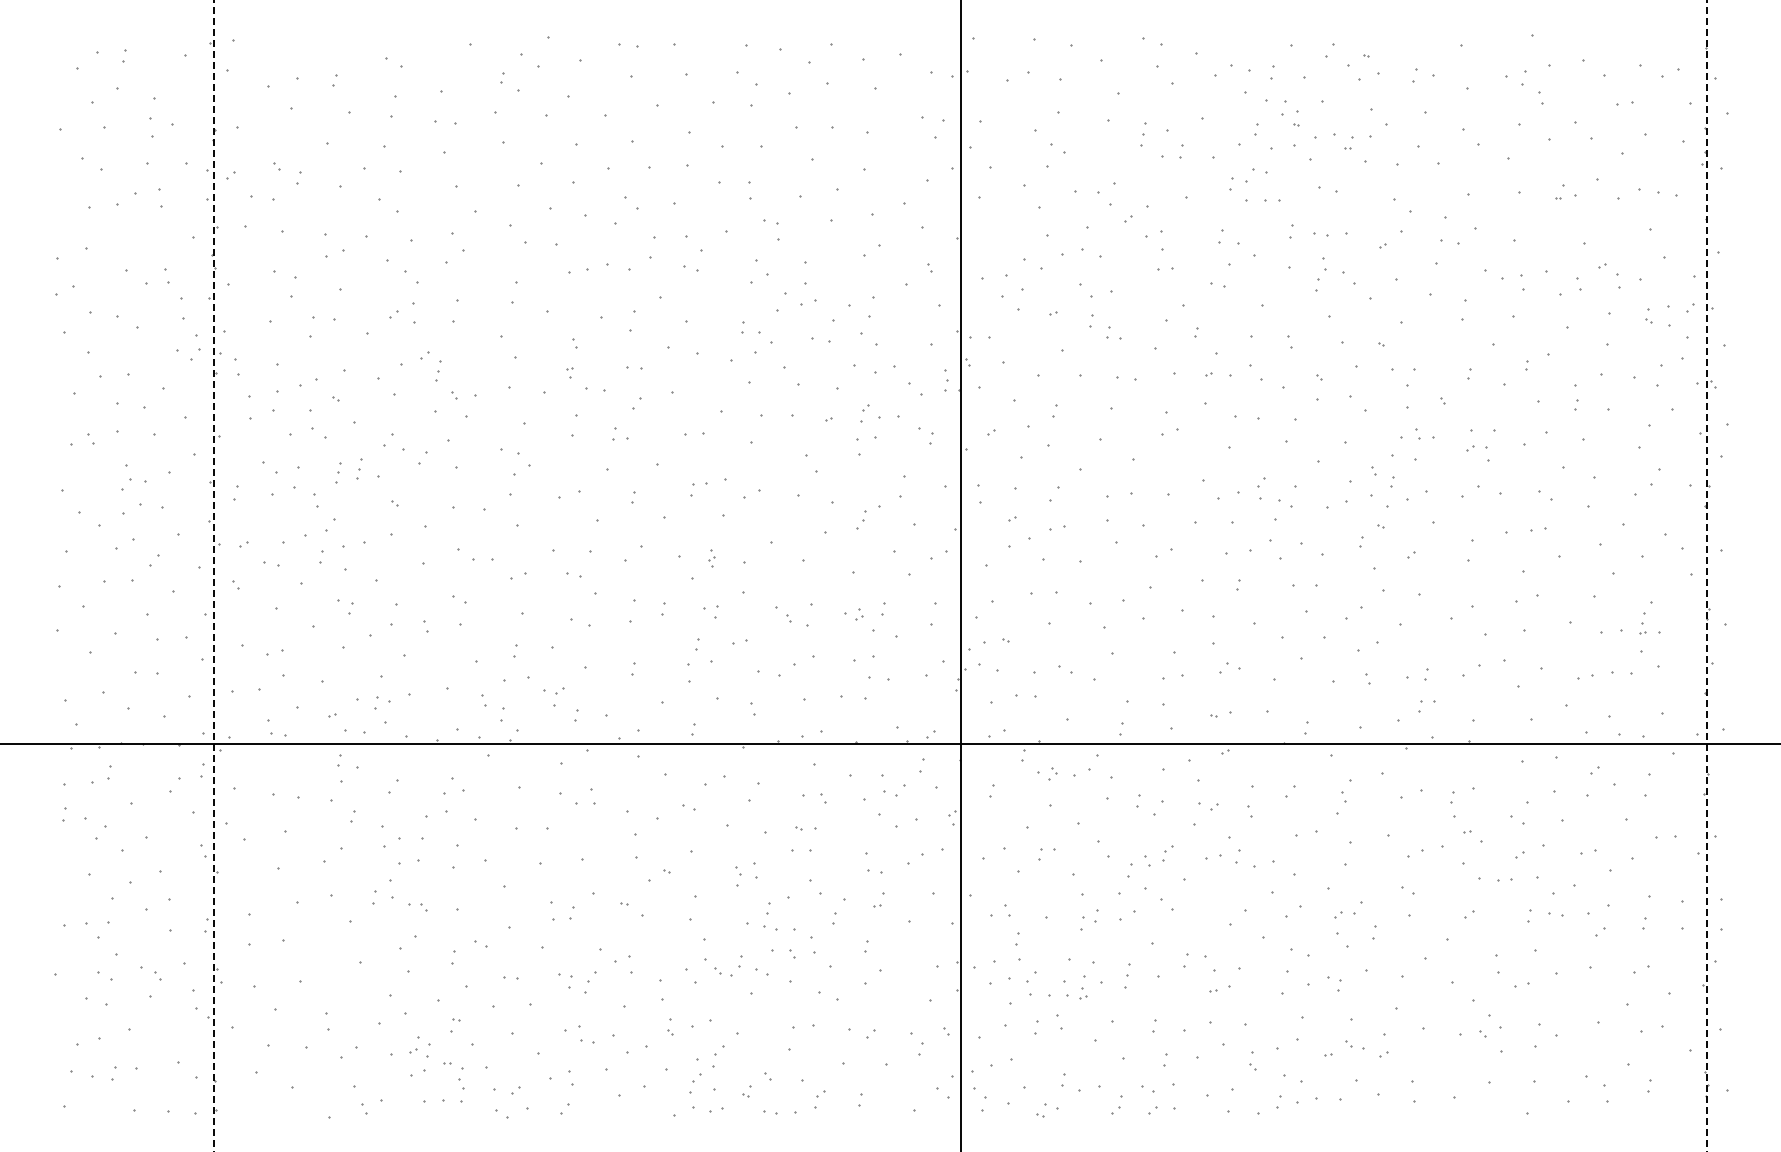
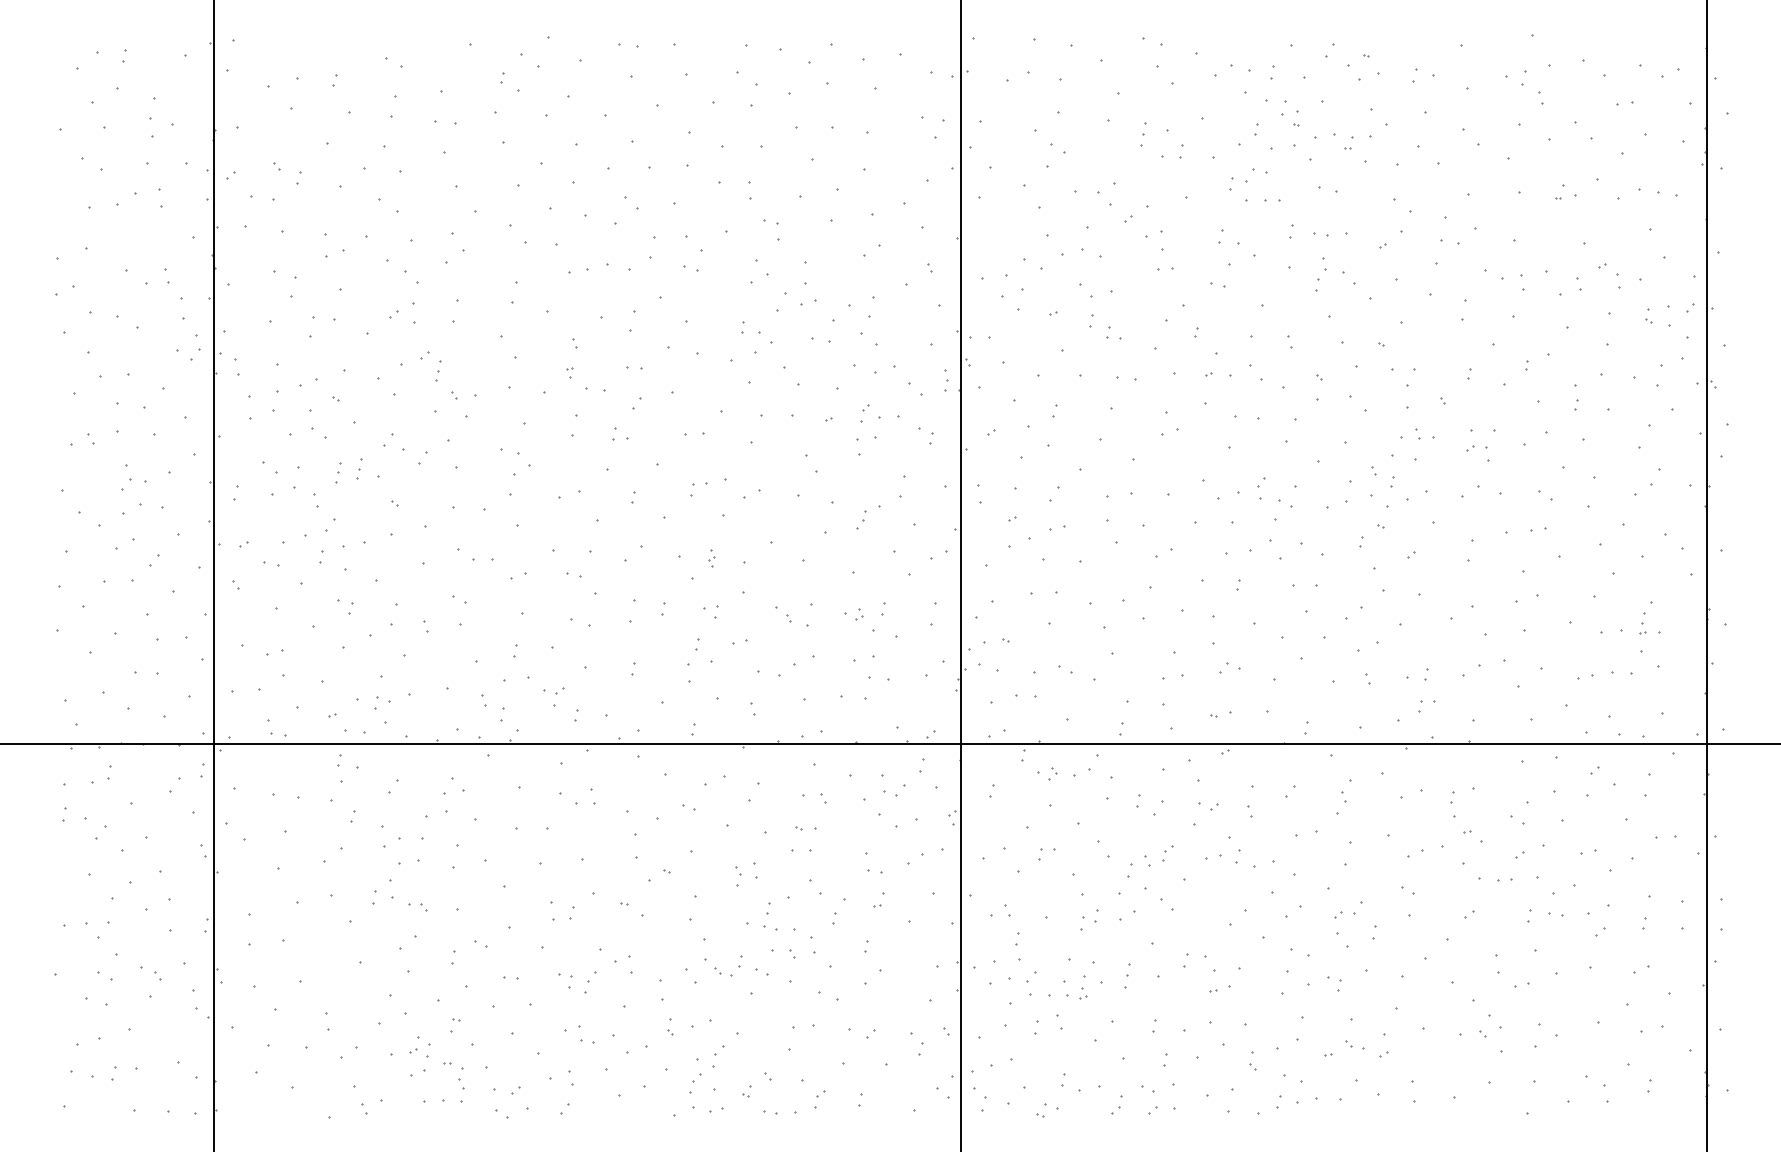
line at (214, 575): dashed -> solid
line at (1707, 575): dashed -> solid
